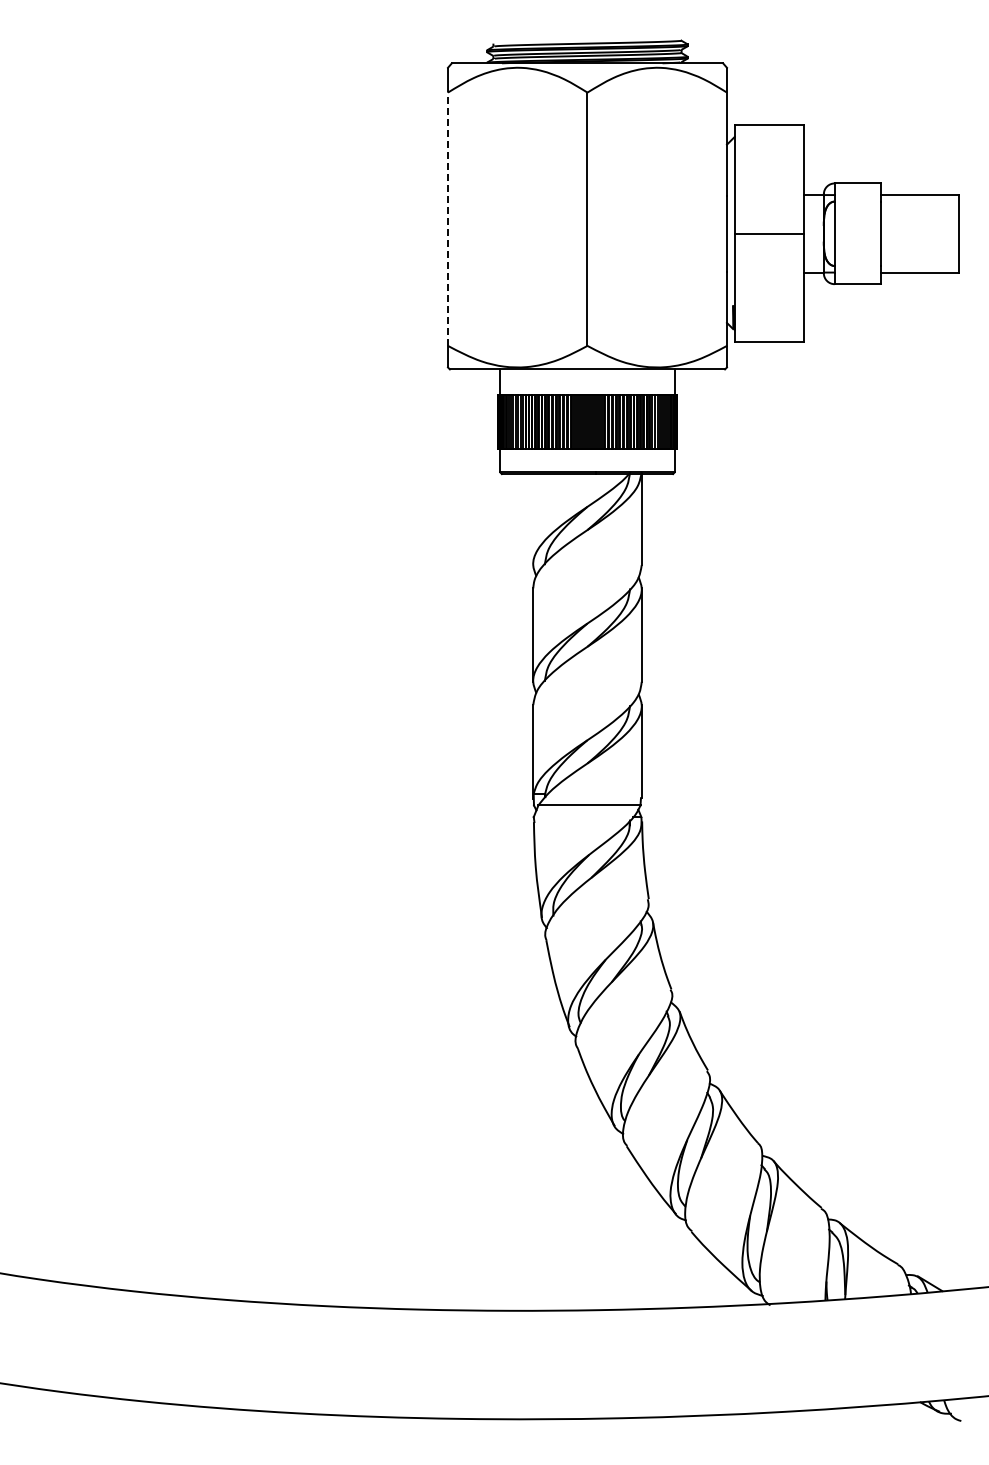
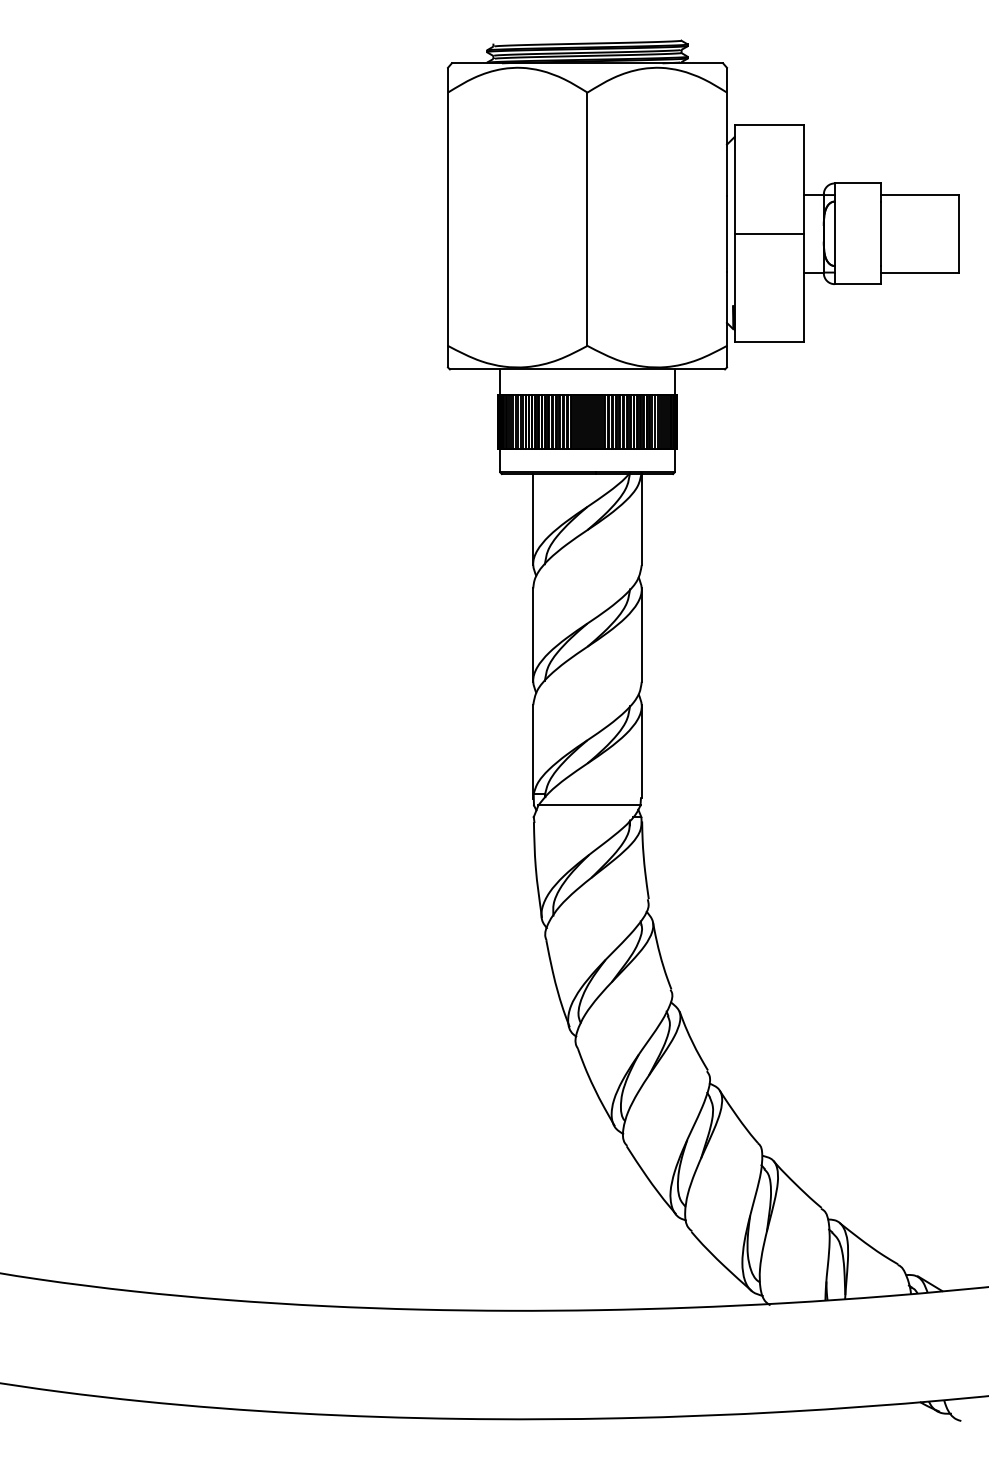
line at (448, 219): dashed -> solid
line at (533, 519): none -> present
